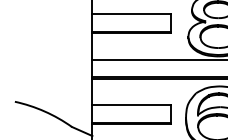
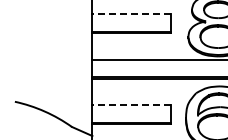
line at (131, 13): solid -> dashed
line at (131, 105): solid -> dashed
